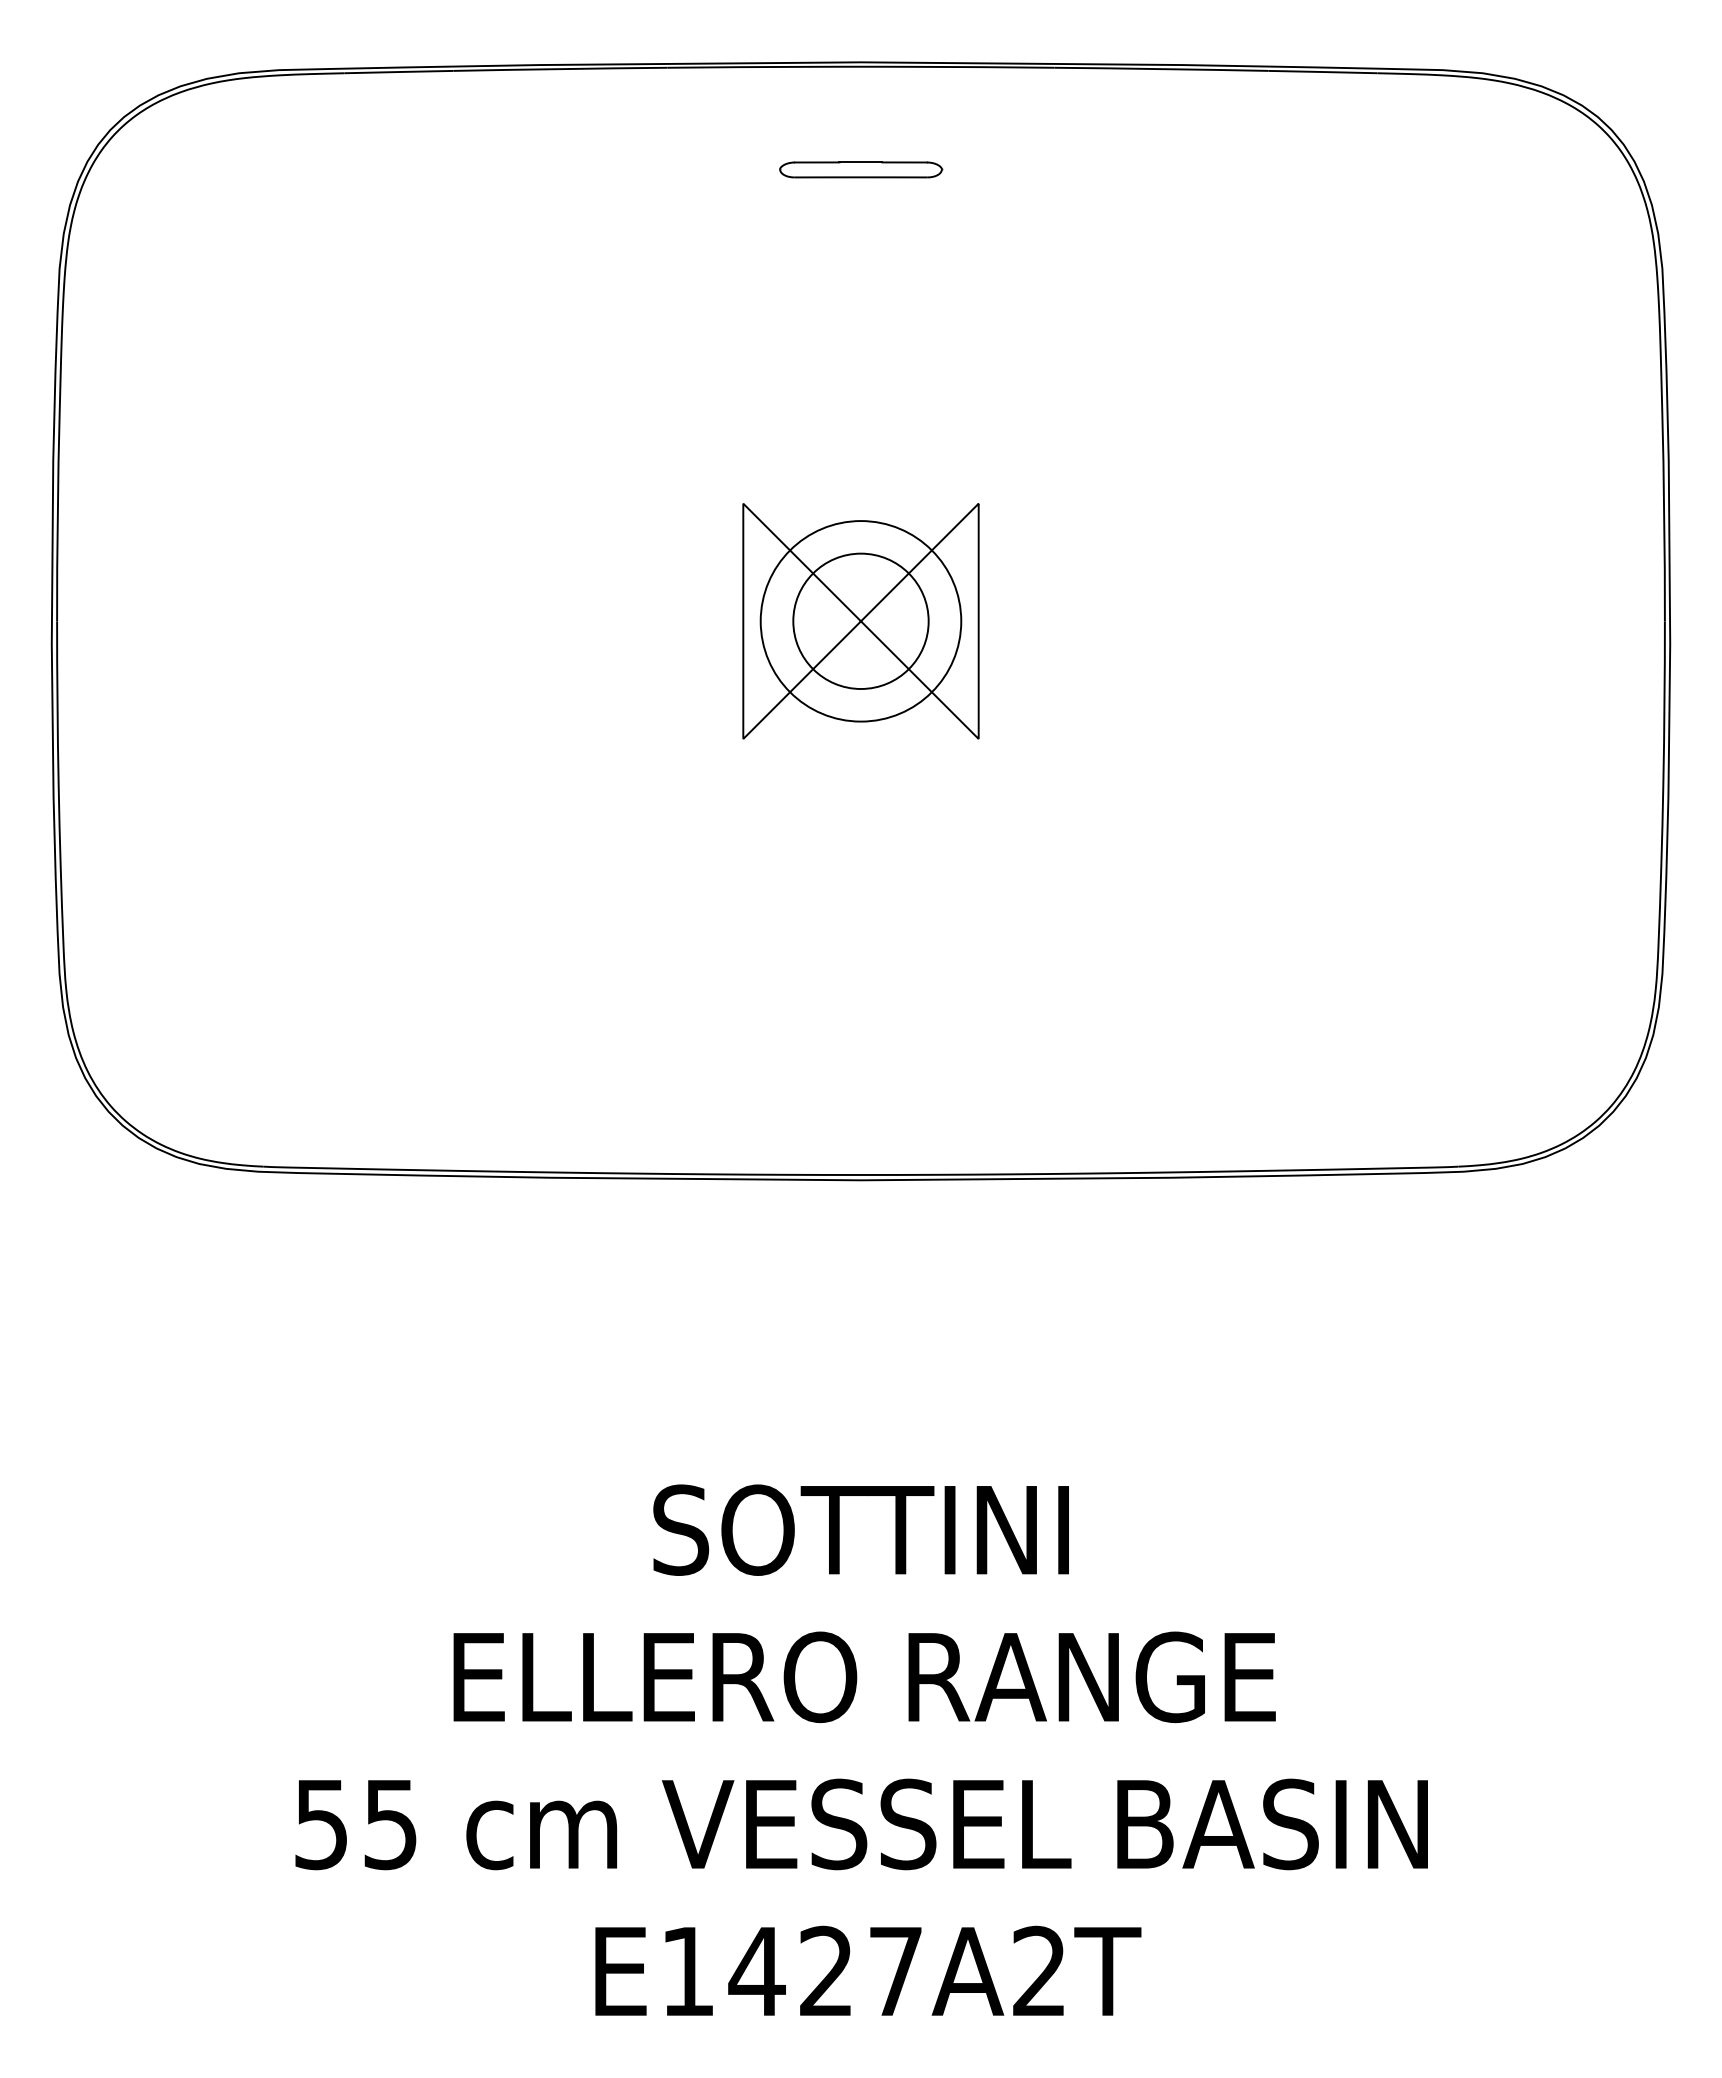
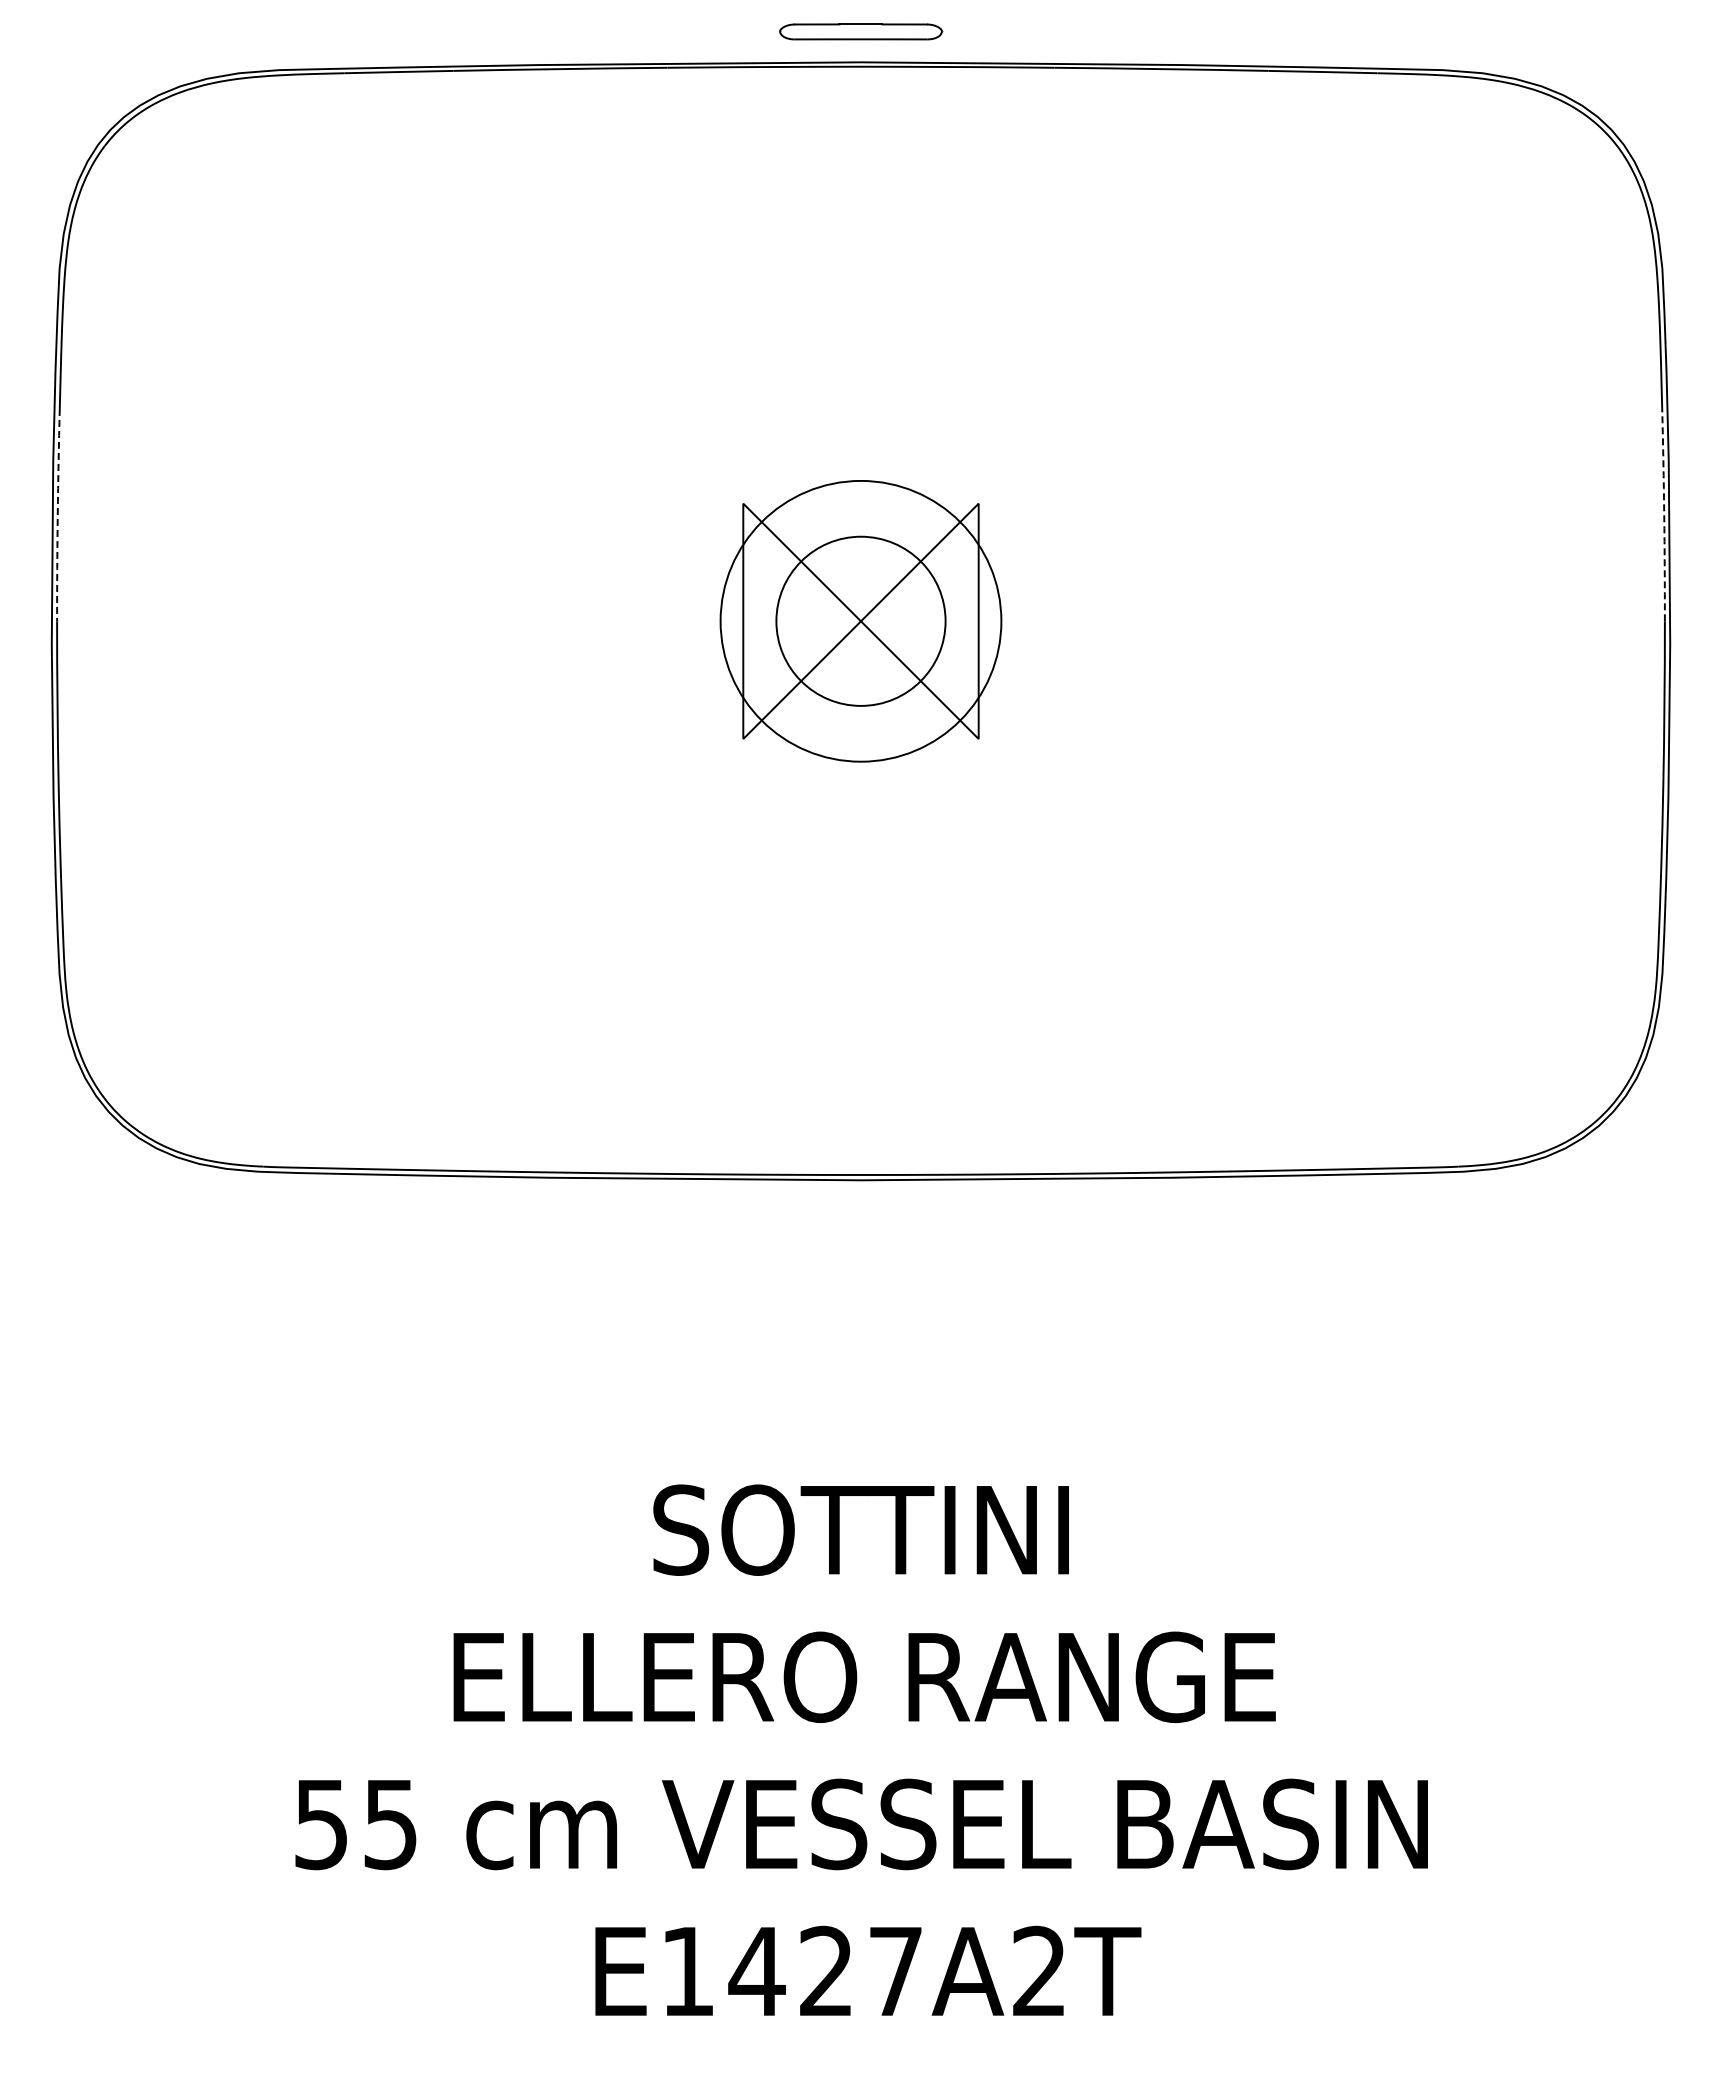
part at (861, 169) position: (861, 169) -> (861, 31)
arc at (57, 515): solid -> dashed
arc at (1664, 515): solid -> dashed
circle at (860, 621) diameter: 135 px -> 169 px
circle at (860, 621) diameter: 201 px -> 281 px
